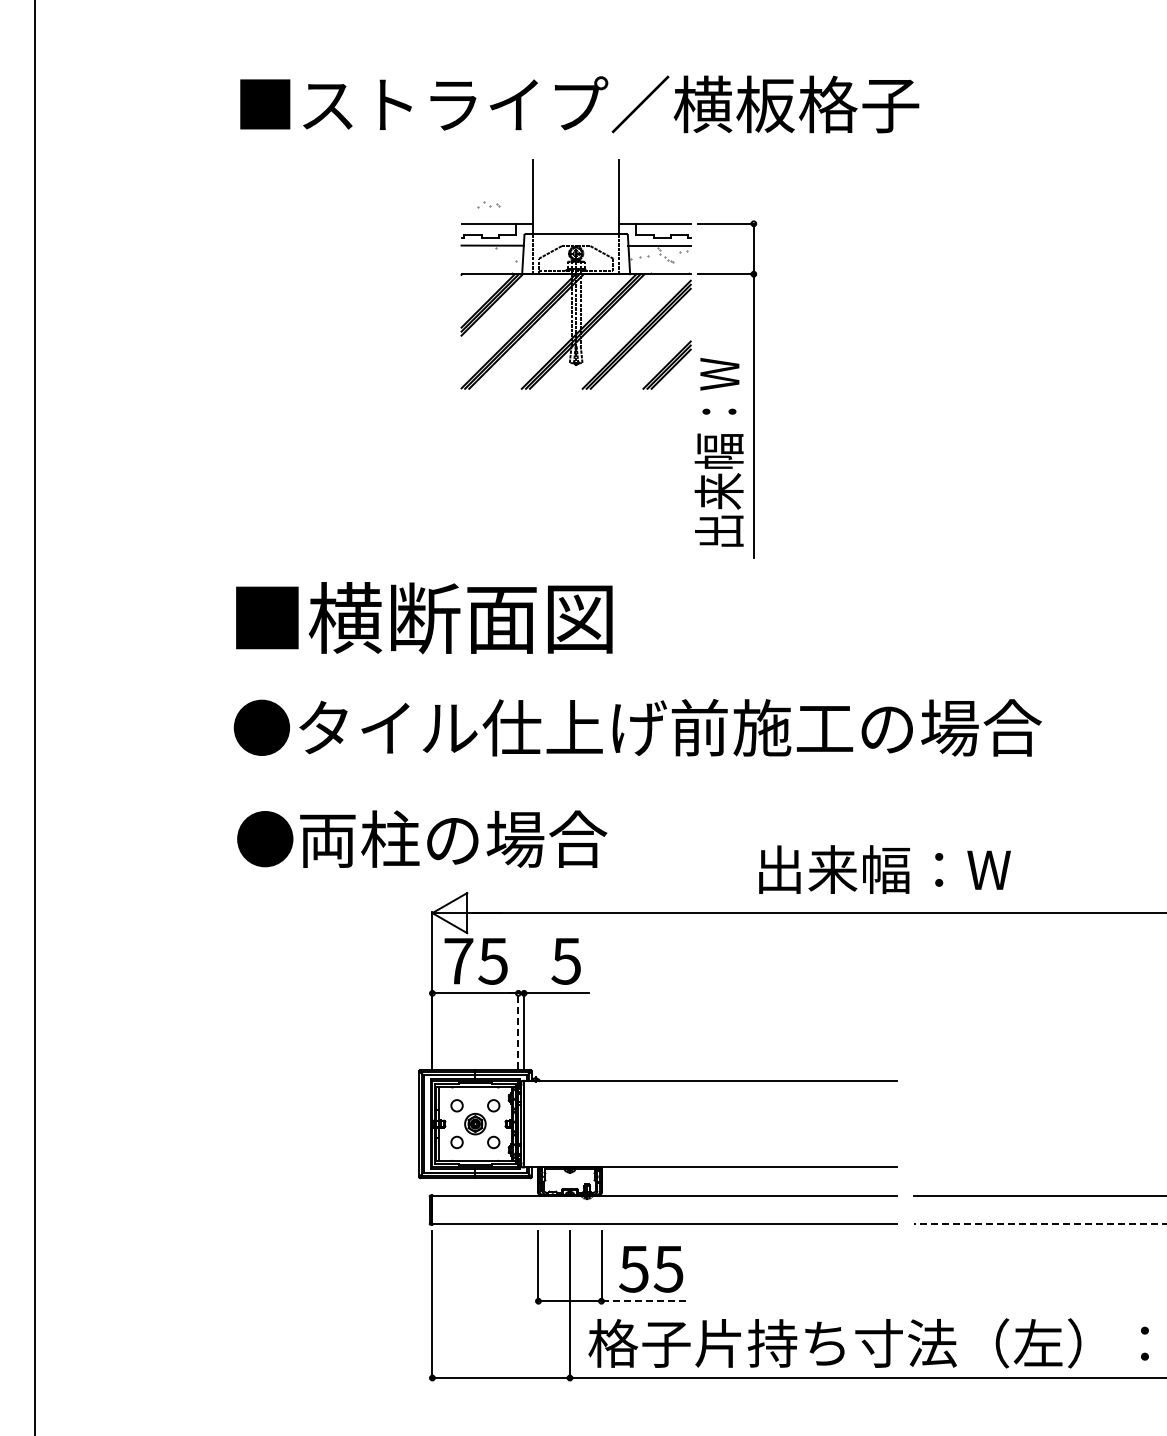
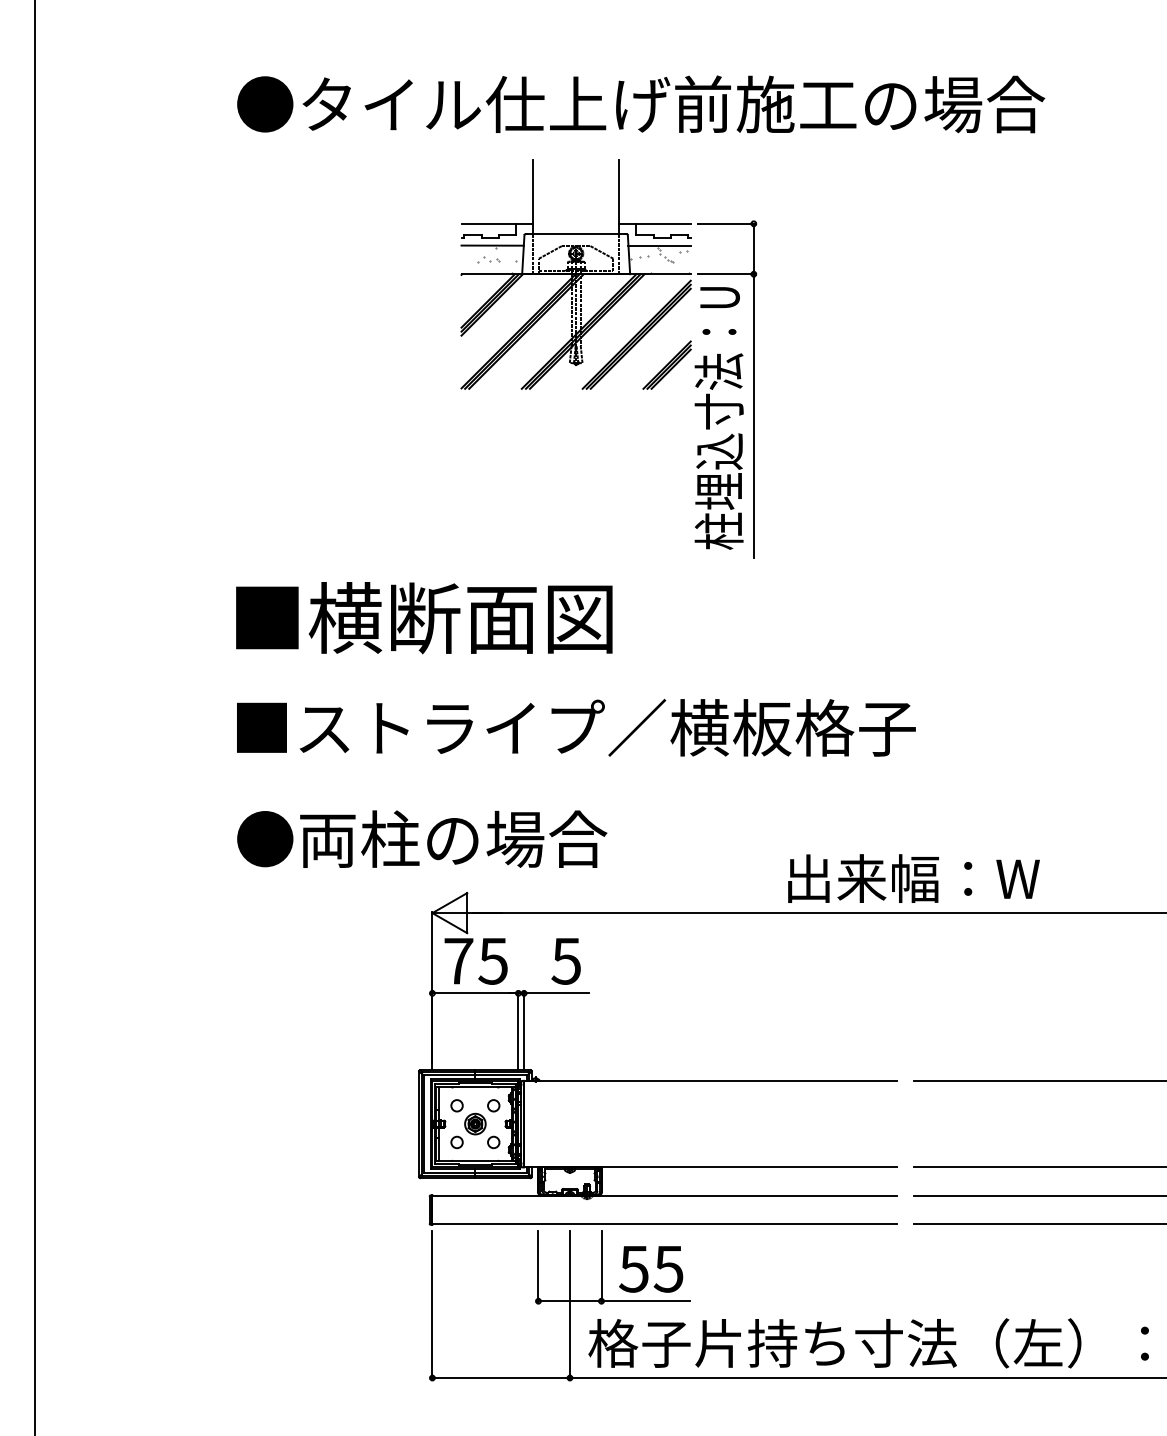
text at (641, 104): ■ストライプ／横板格子 -> ●タイル仕上げ前施工の場合
part at (488, 204) position: (488, 204) -> (488, 259)
text at (718, 418): 出来幅：W -> 柱埋込寸法：U
text at (637, 727): ●タイル仕上げ前施工の場合 -> ■ストライプ／横板格子
text at (884, 869) position: (884, 869) -> (913, 878)
line at (518, 1030): dashed -> solid
line at (1038, 1081): none -> present
line at (1038, 1167): none -> present
line at (1039, 1224): dashed -> solid
line at (646, 1301): dashed -> solid
